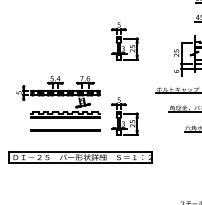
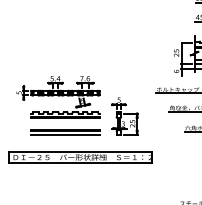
part at (124, 41): present -> none
line at (65, 134): none -> present
